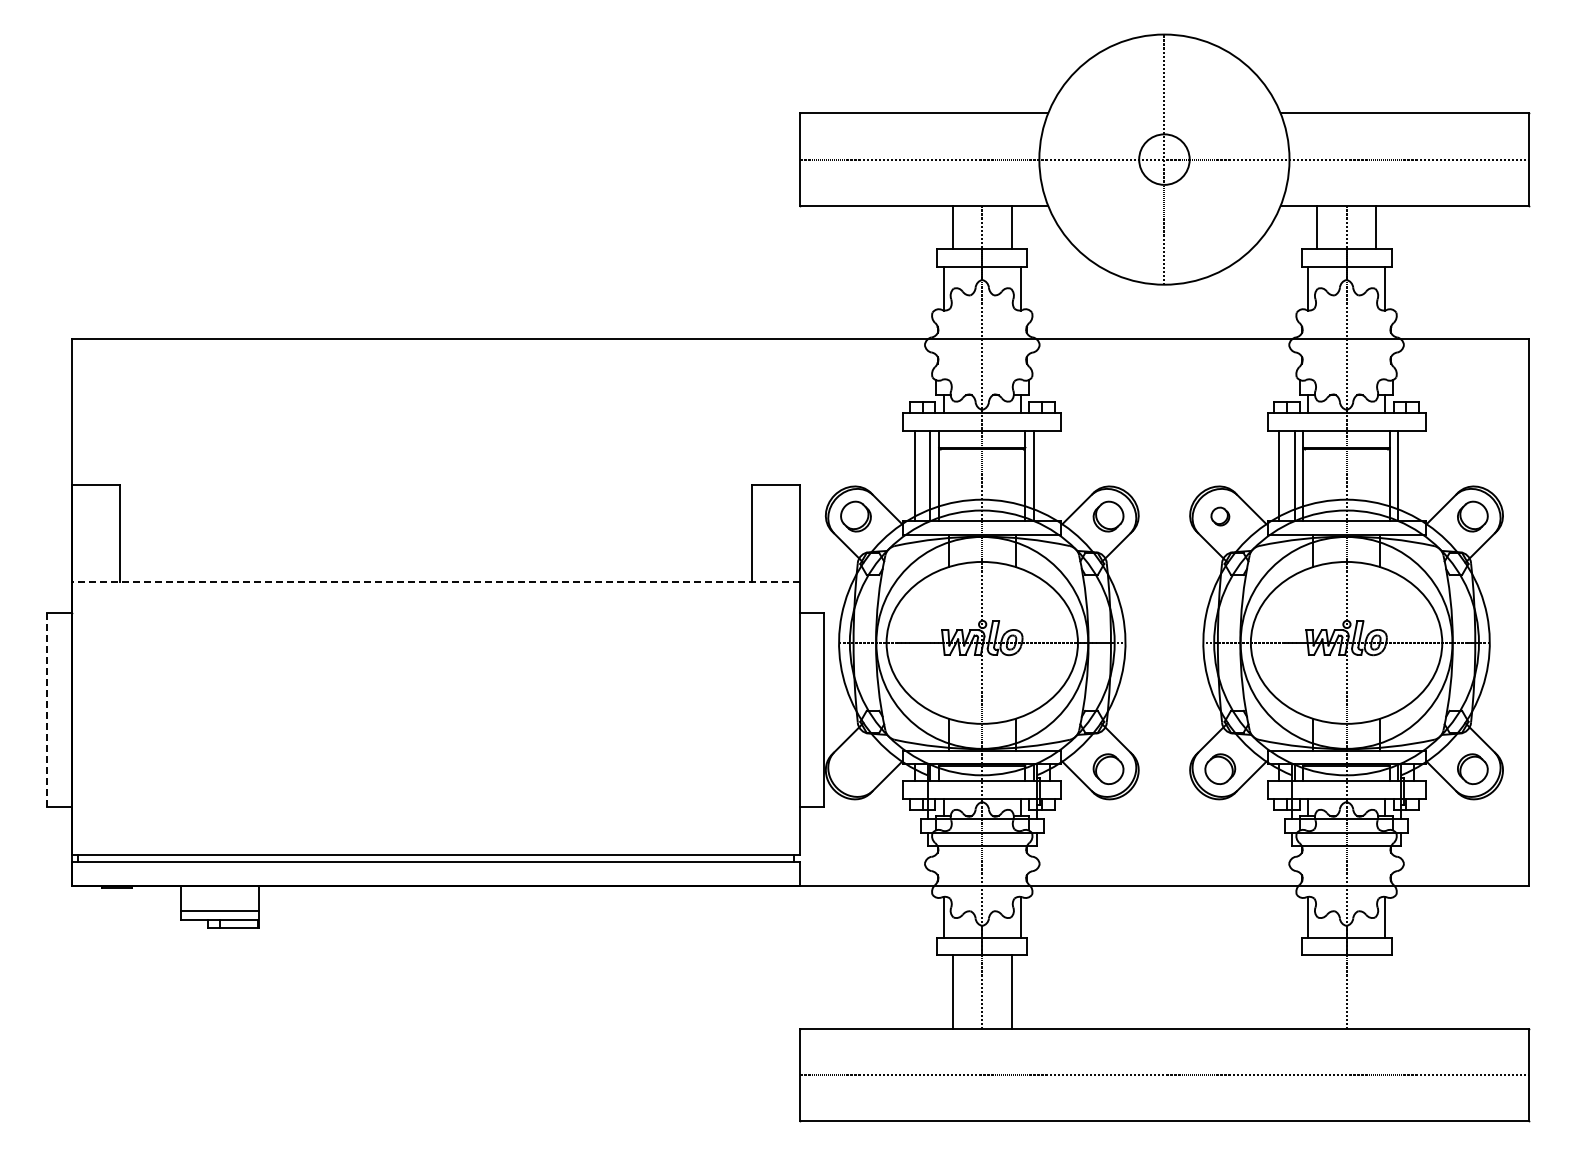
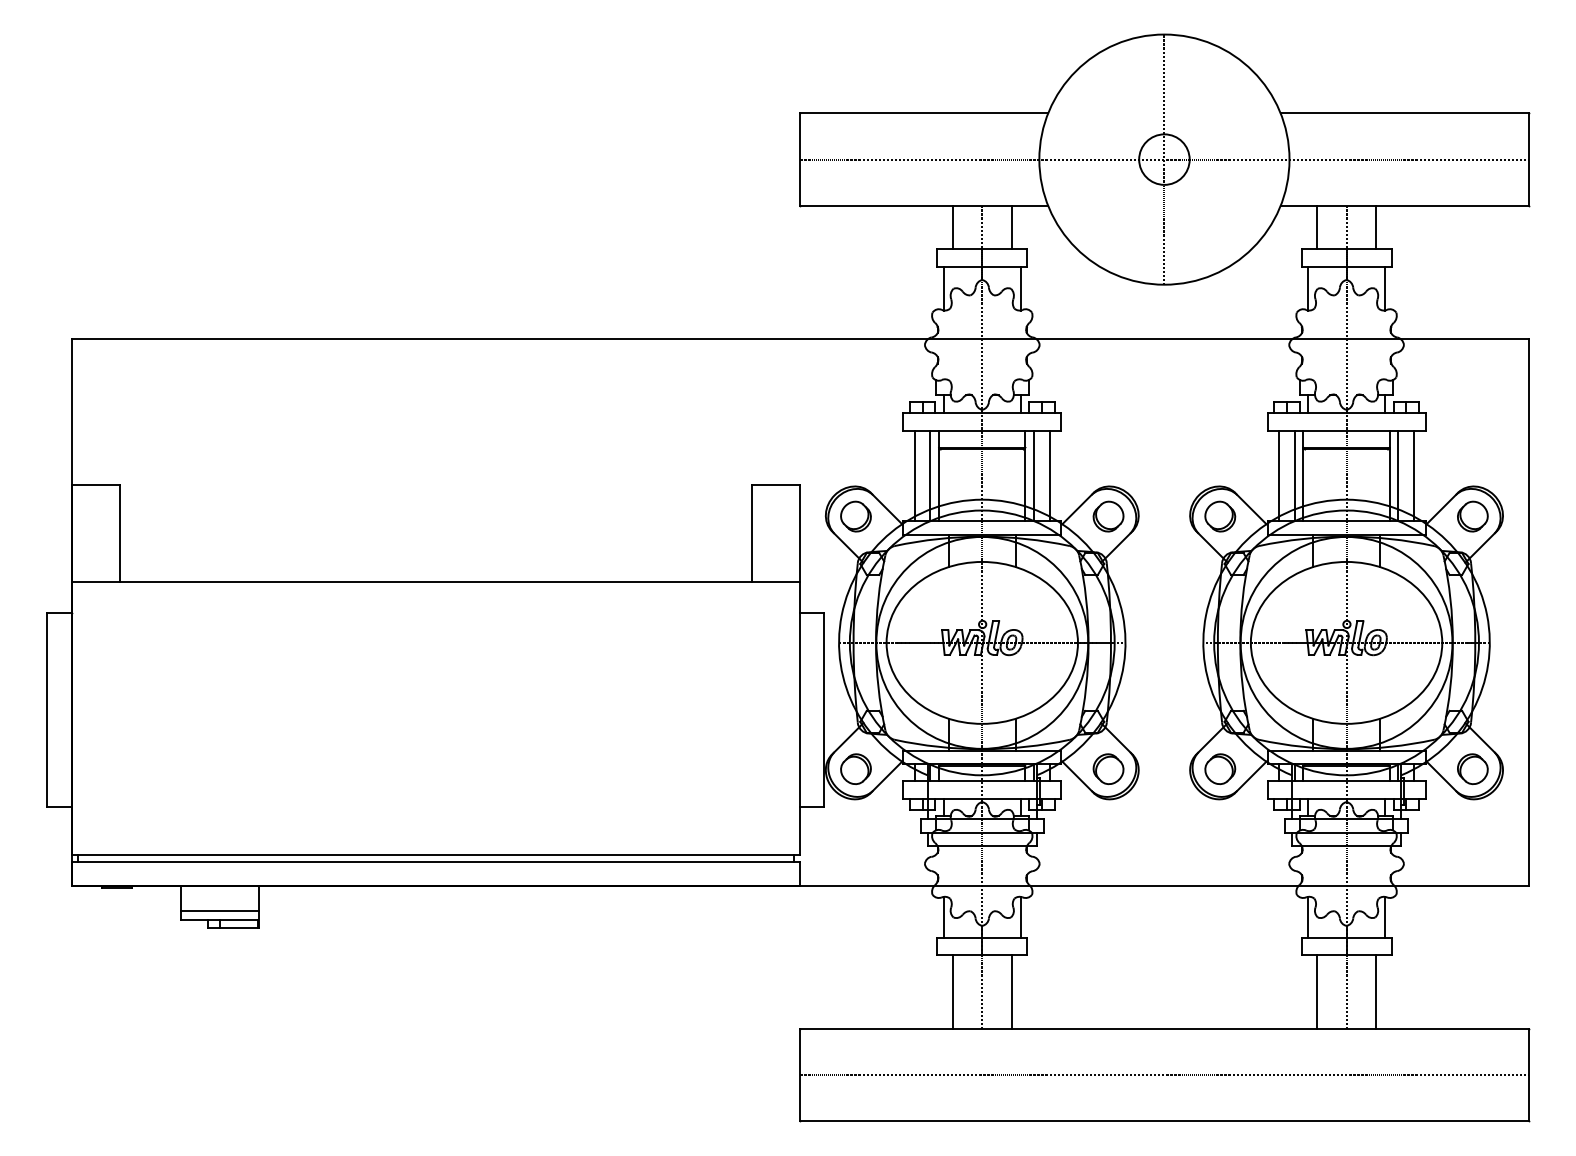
line at (1050, 476): none -> present
line at (1414, 476): none -> present
part at (1220, 516) size: 21x21 px -> 33x33 px
line at (435, 582): dashed -> solid
line at (47, 710): dashed -> solid
part at (855, 768): none -> present
line at (1317, 991): none -> present
line at (1375, 991): none -> present
